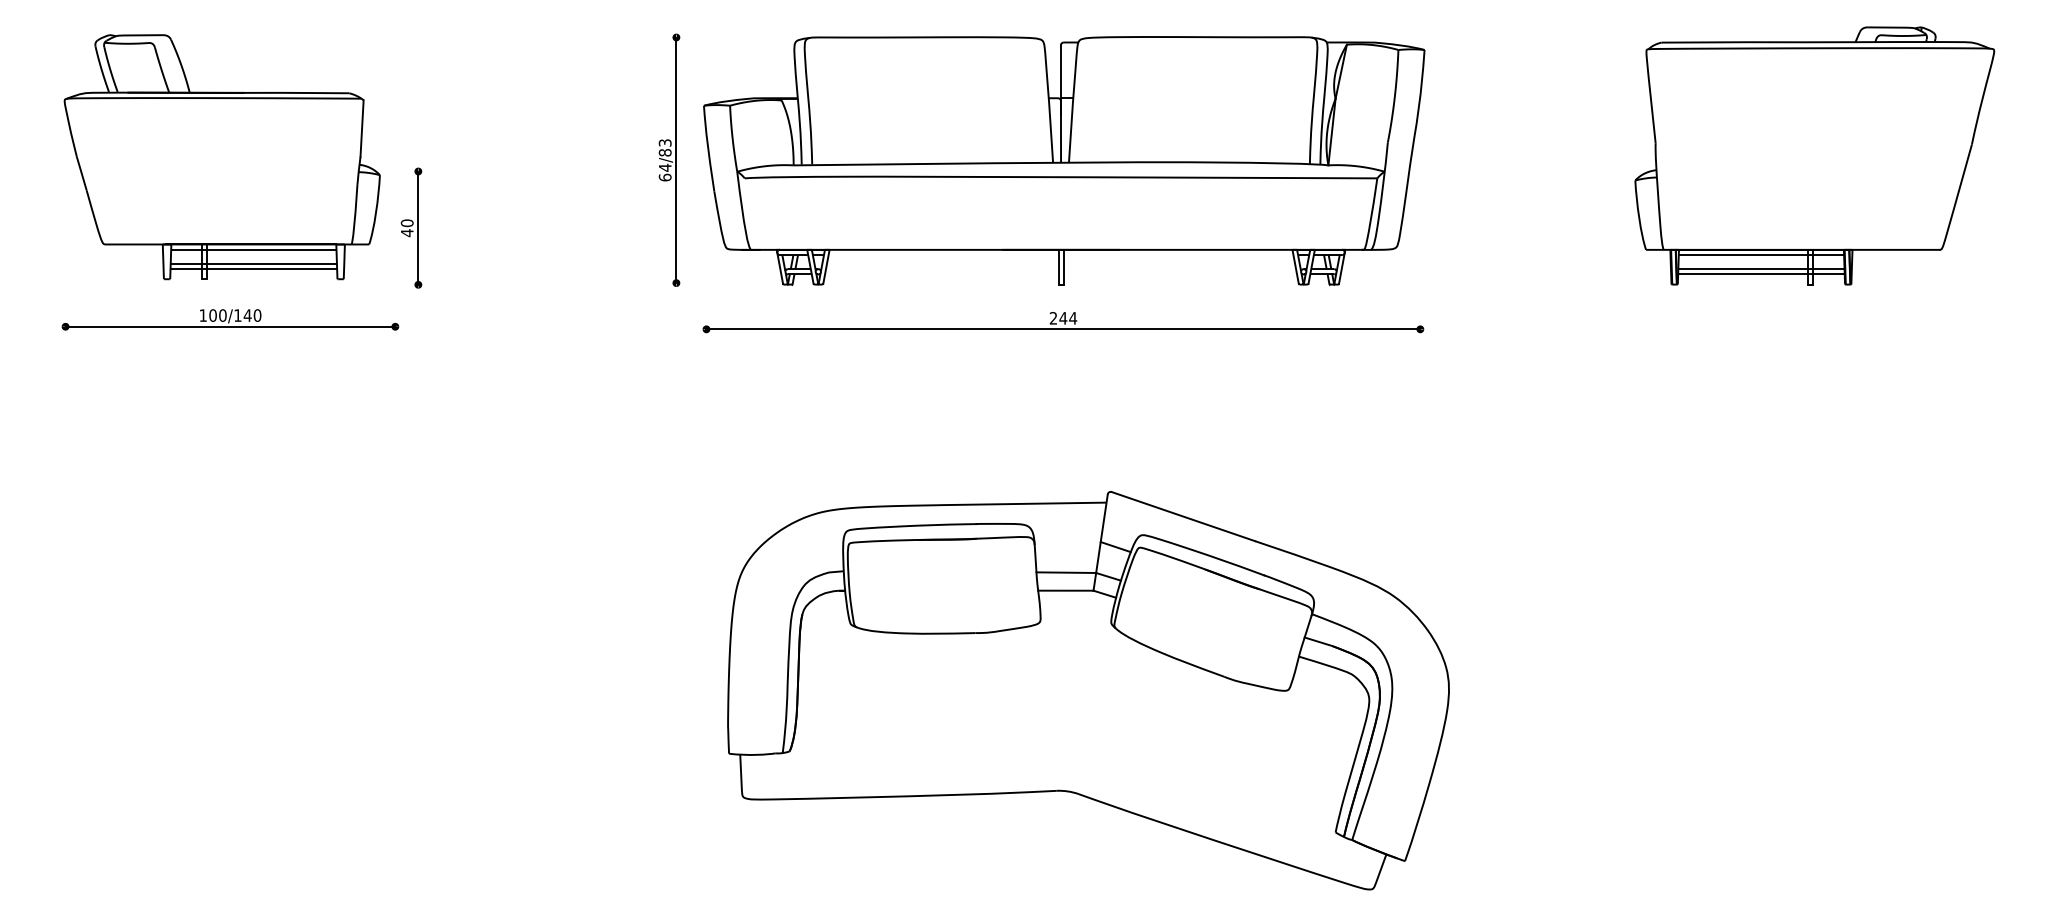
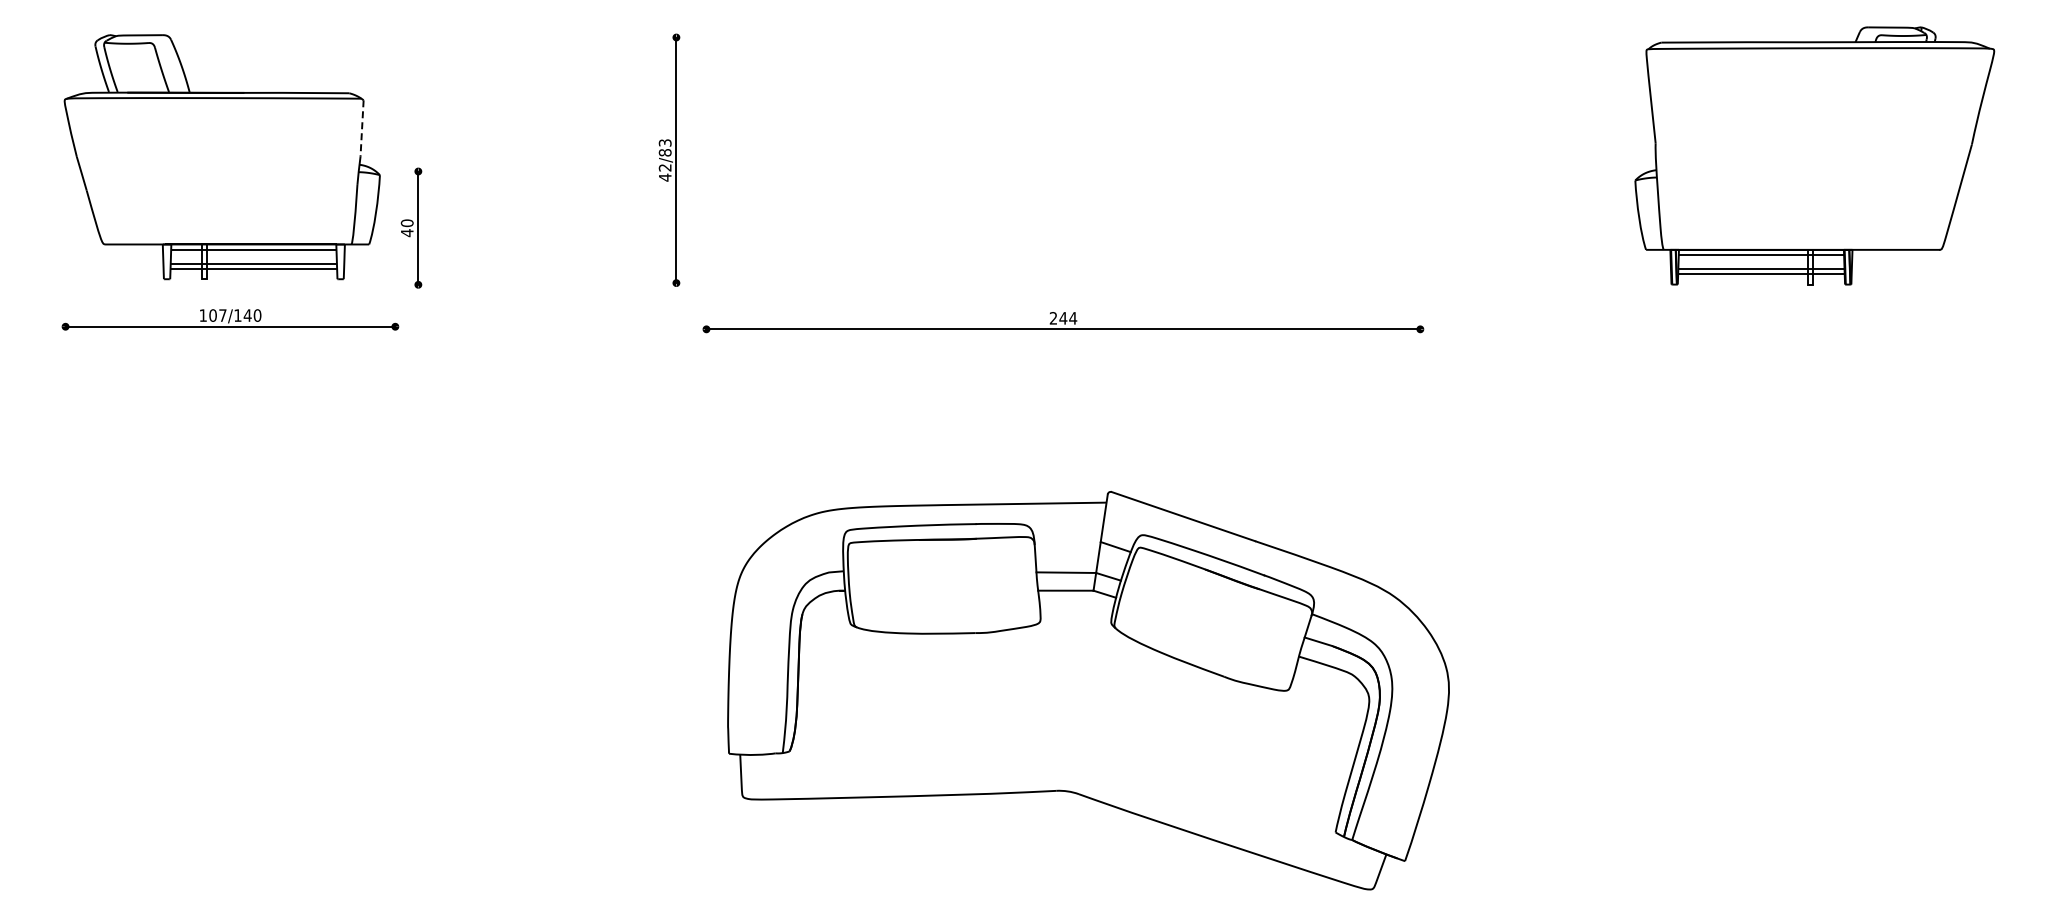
line at (362, 129): solid -> dashed
part at (1064, 160): present -> none
text at (664, 172): 64/83 -> 42/83
text at (222, 315): 100/140 -> 107/140
